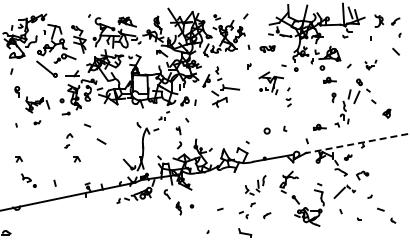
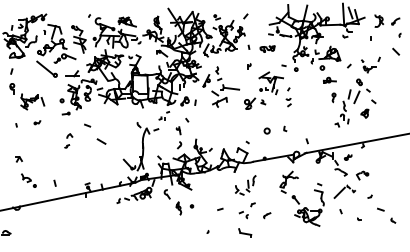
part at (370, 64) size: 14x12 px -> 20x18 px
part at (32, 99) position: (32, 99) -> (27, 96)
part at (255, 103): none -> present
part at (386, 113) position: (386, 113) -> (364, 113)
part at (319, 126): present -> none
line at (356, 143): dashed -> solid
part at (76, 159): present -> none
part at (255, 185) position: (255, 185) -> (245, 185)
